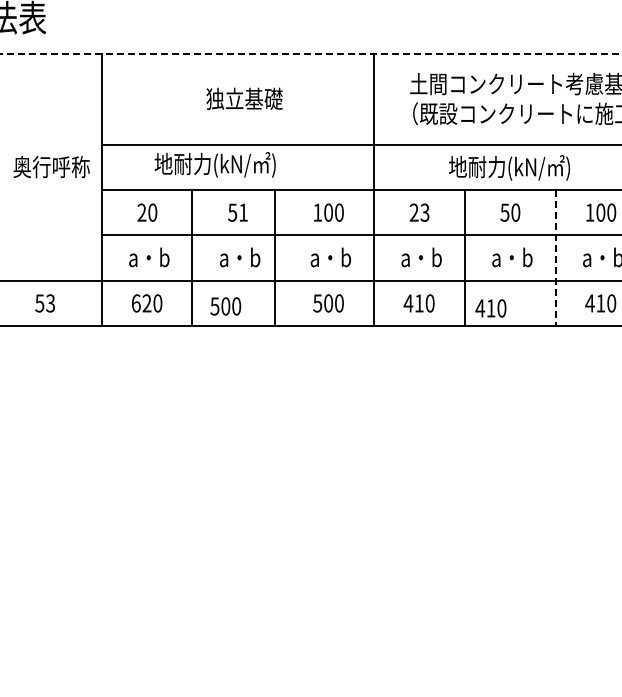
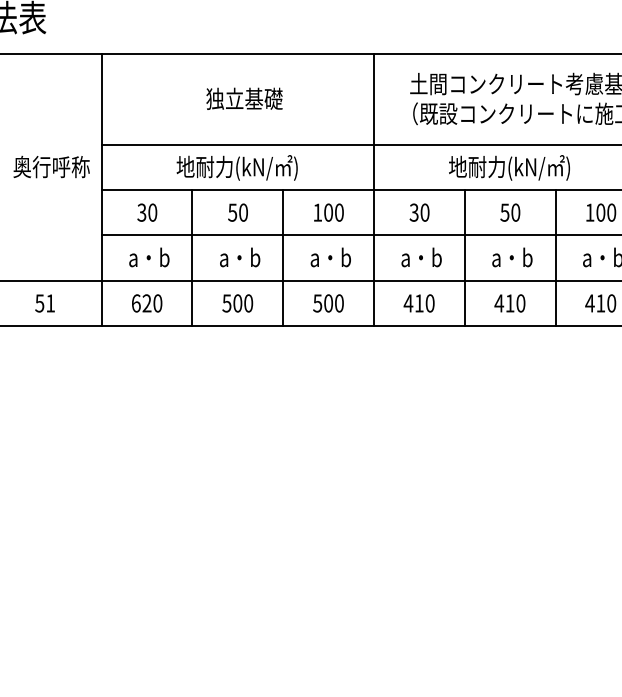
line at (311, 53): dashed -> solid
text at (214, 164) position: (214, 164) -> (236, 167)
text at (141, 212): 20 -> 30
text at (243, 212): 51 -> 50
text at (419, 212): 23 -> 30
line at (275, 258) position: (275, 258) -> (283, 258)
line at (555, 258): dashed -> solid
text at (50, 303): 53 -> 51
text at (225, 306) position: (225, 306) -> (237, 303)
text at (490, 308) position: (490, 308) -> (509, 303)
